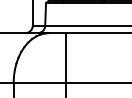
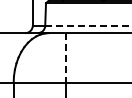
line at (89, 25): solid -> dashed
line at (66, 58): solid -> dashed
